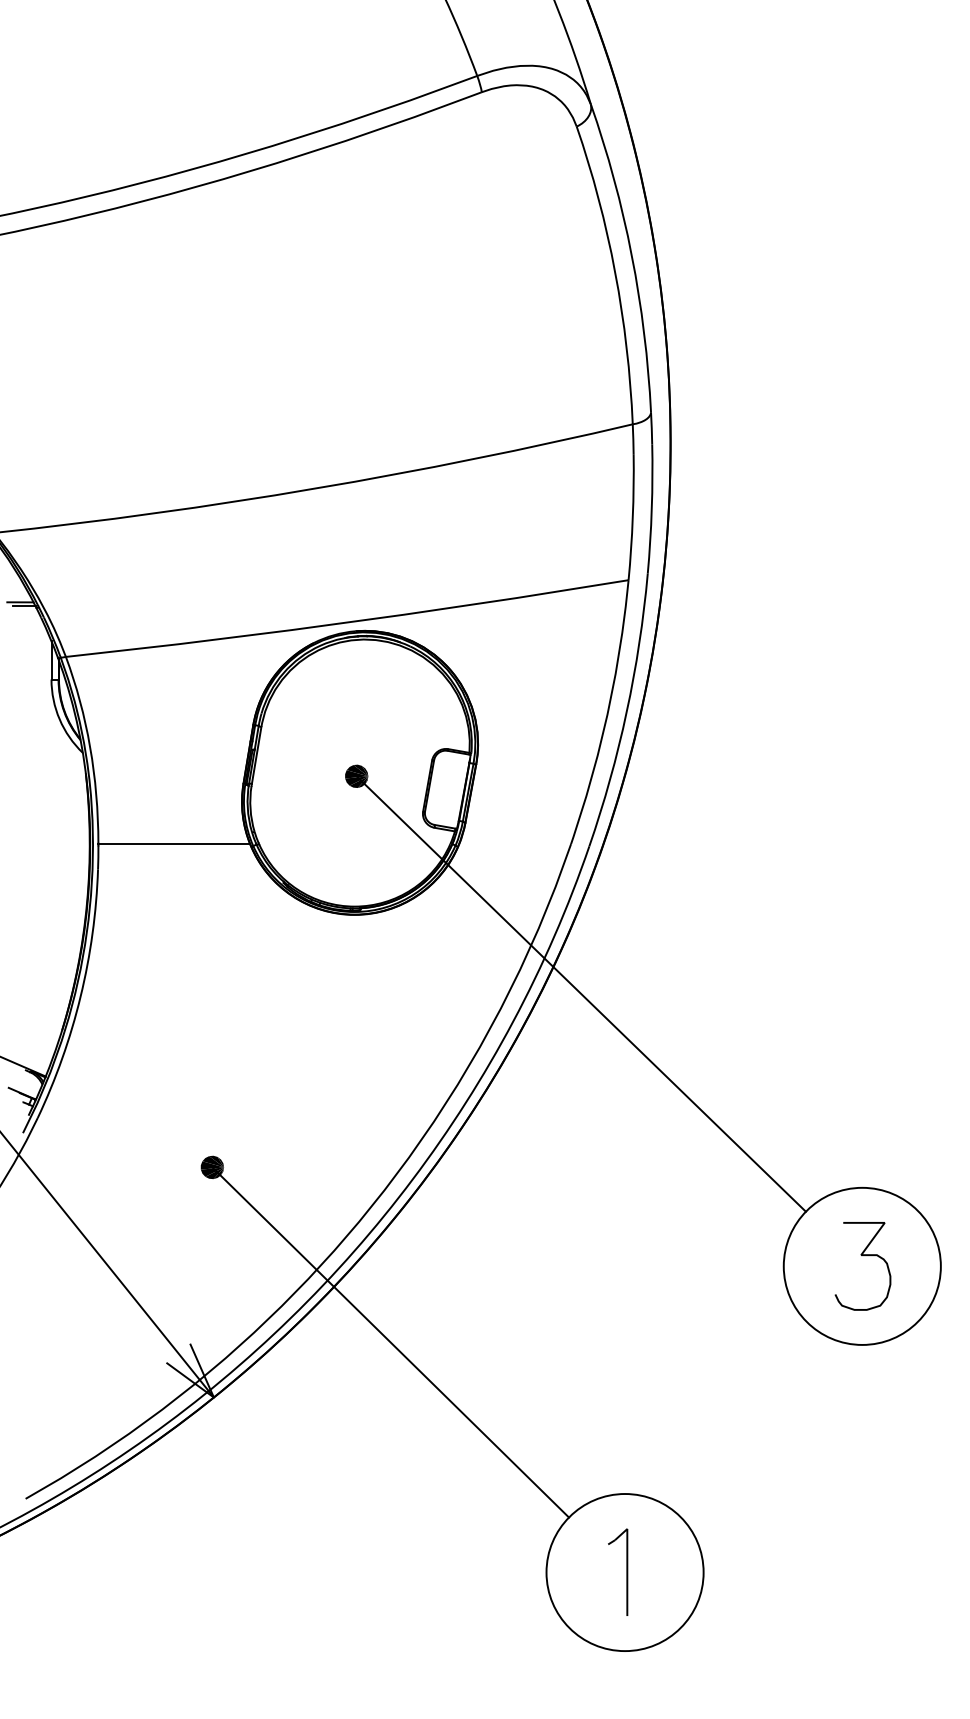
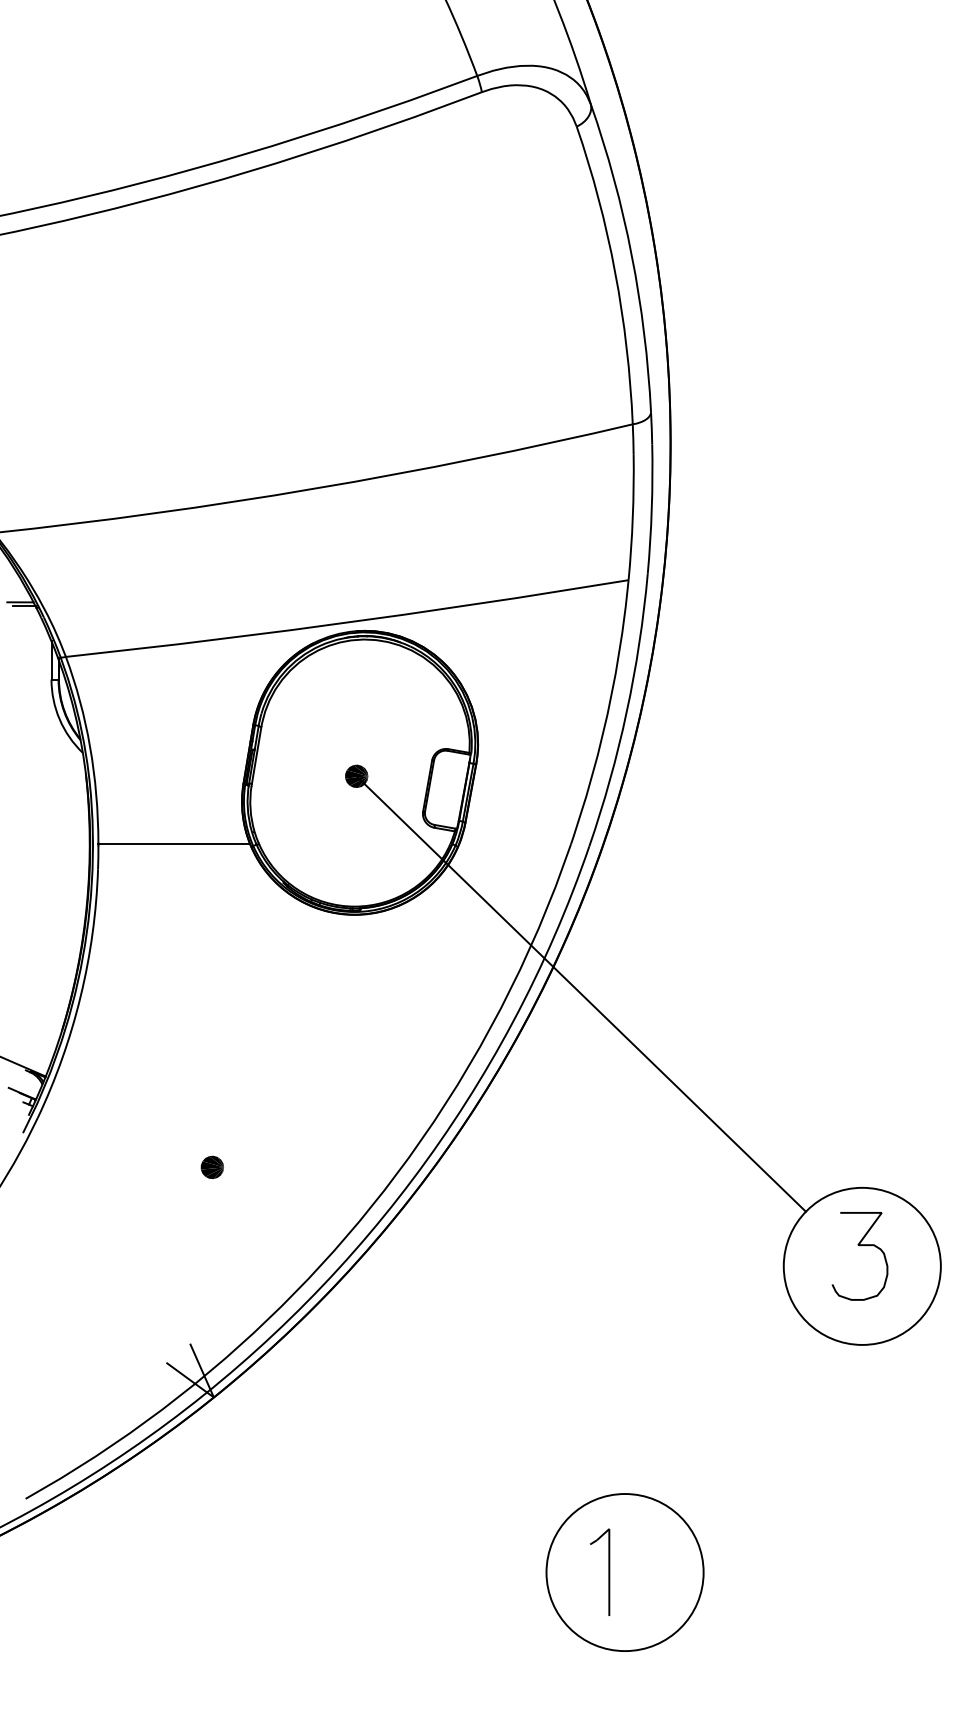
curve at (862, 1256) position: (862, 1256) -> (859, 1246)
line at (107, 1265): present -> none
line at (390, 1342): present -> none
part at (626, 1571) position: (626, 1571) -> (608, 1571)
